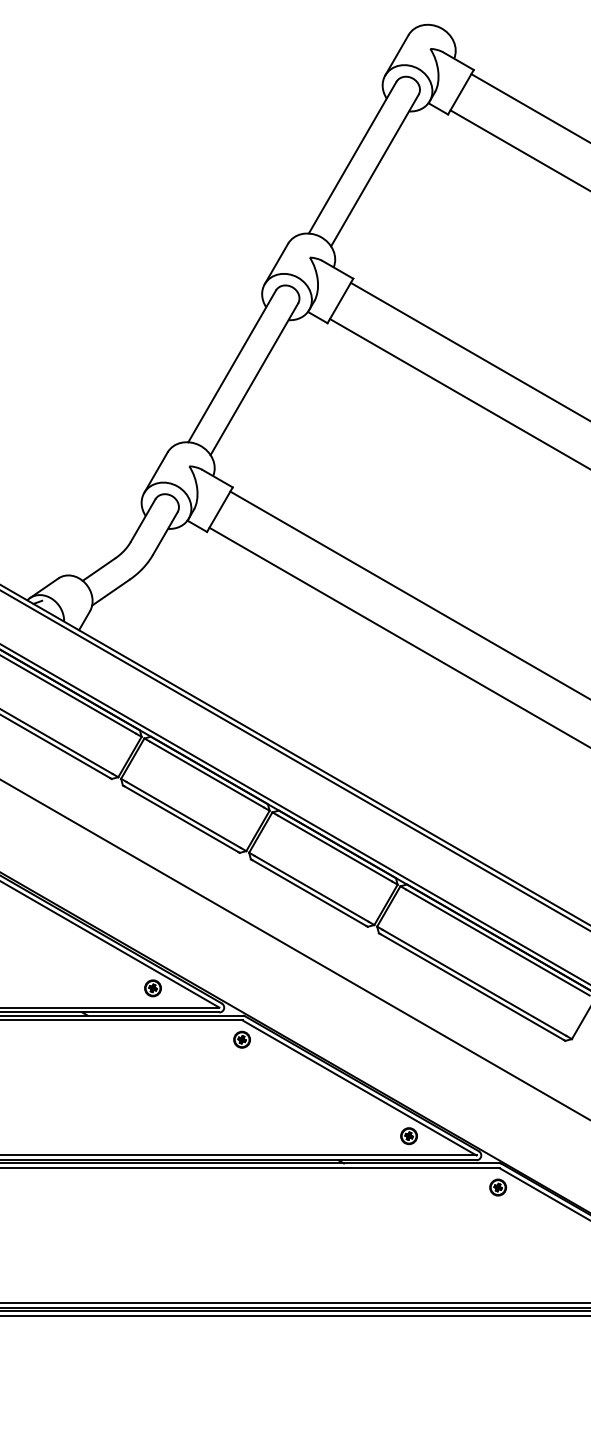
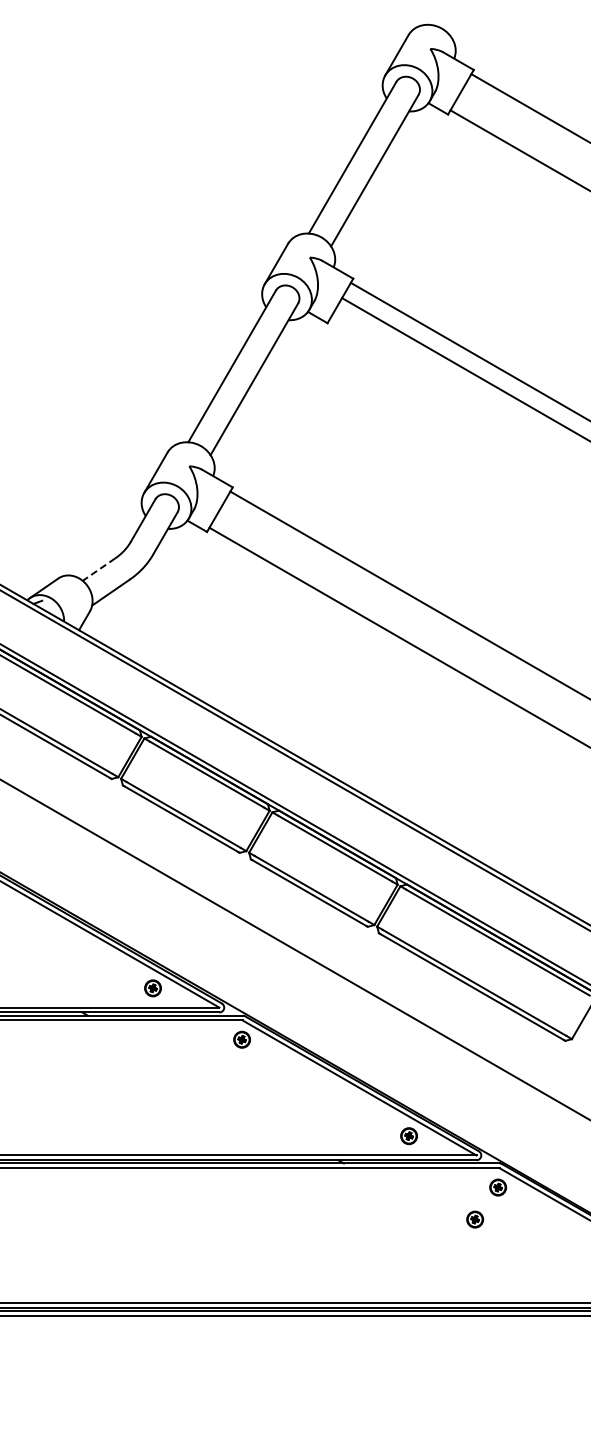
line at (458, 393) position: (458, 393) -> (464, 368)
line at (98, 569): solid -> dashed
part at (475, 1219): none -> present
